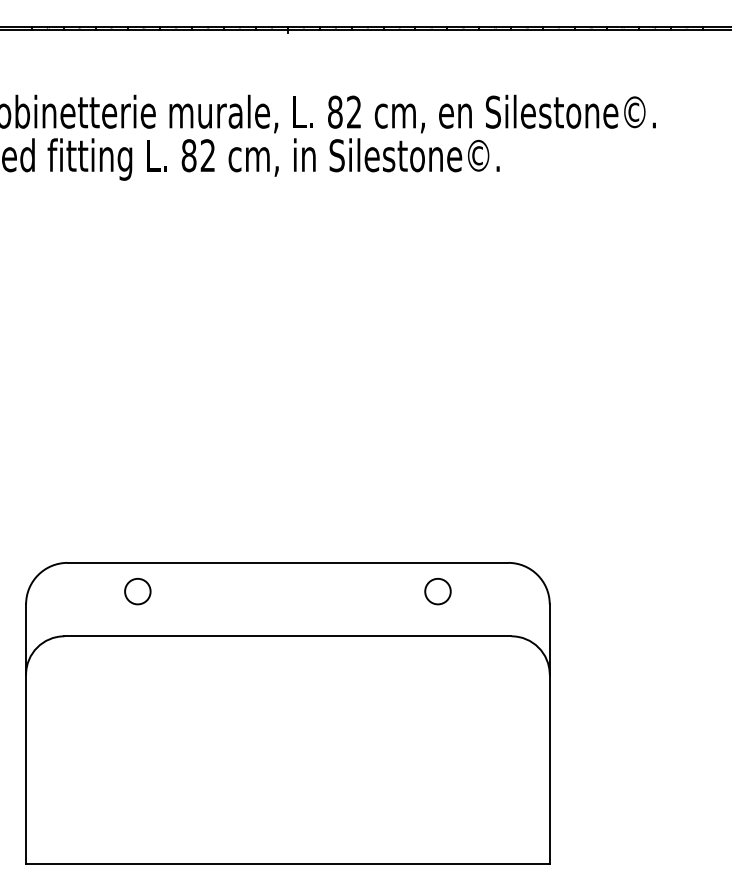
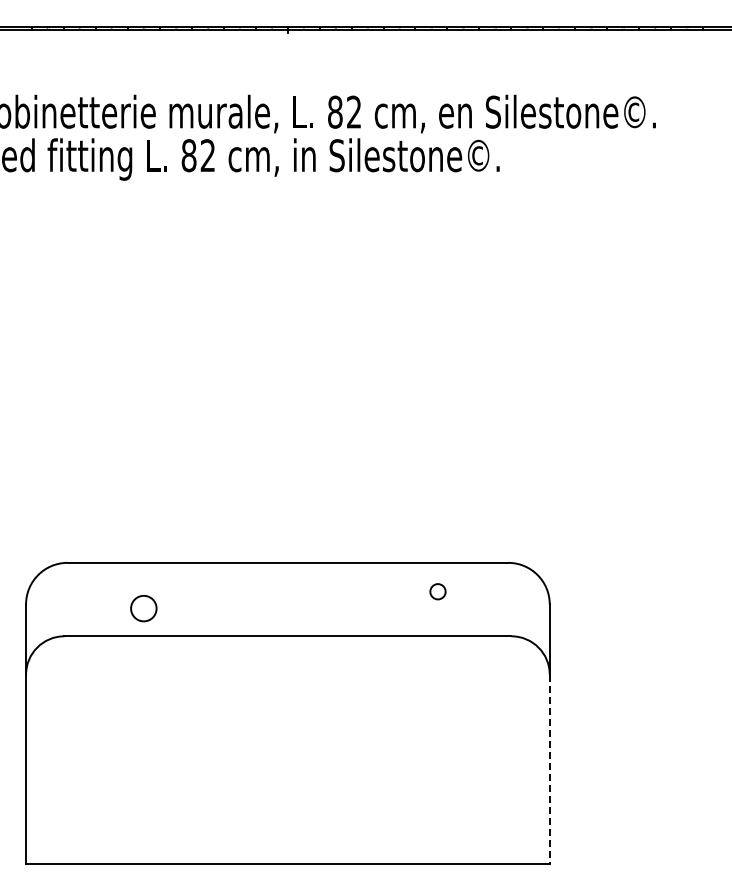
circle at (137, 591) position: (137, 591) -> (143, 608)
circle at (437, 591) size: 28x28 px -> 18x18 px
line at (549, 769): solid -> dashed
